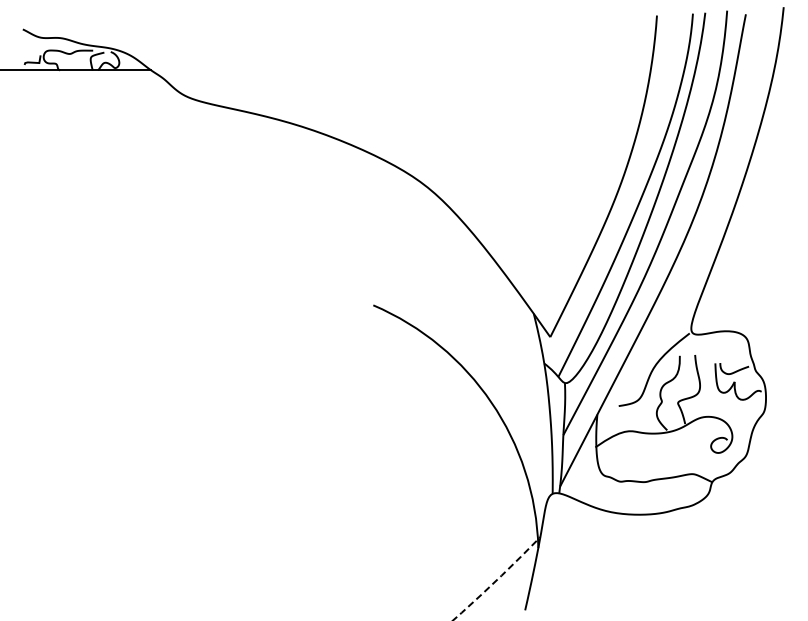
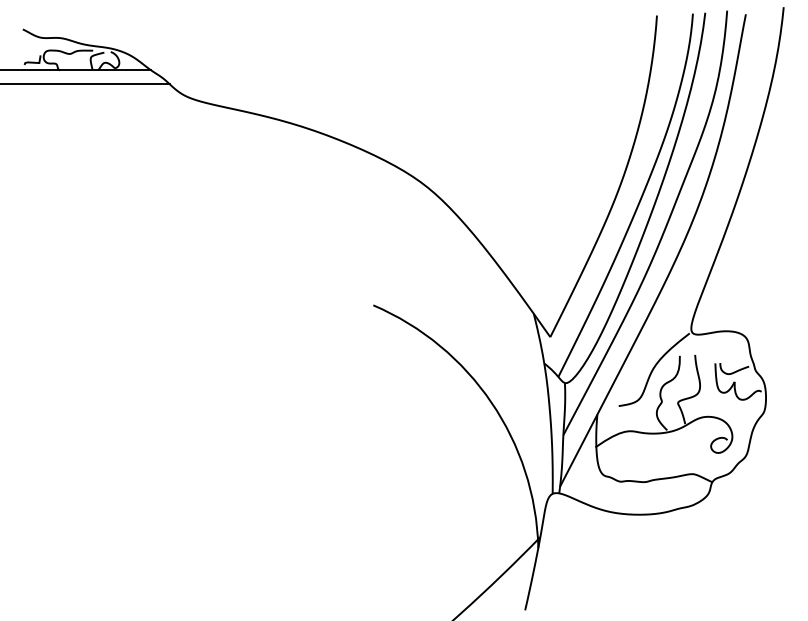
line at (85, 84): none -> present
arc at (497, 579): dashed -> solid
